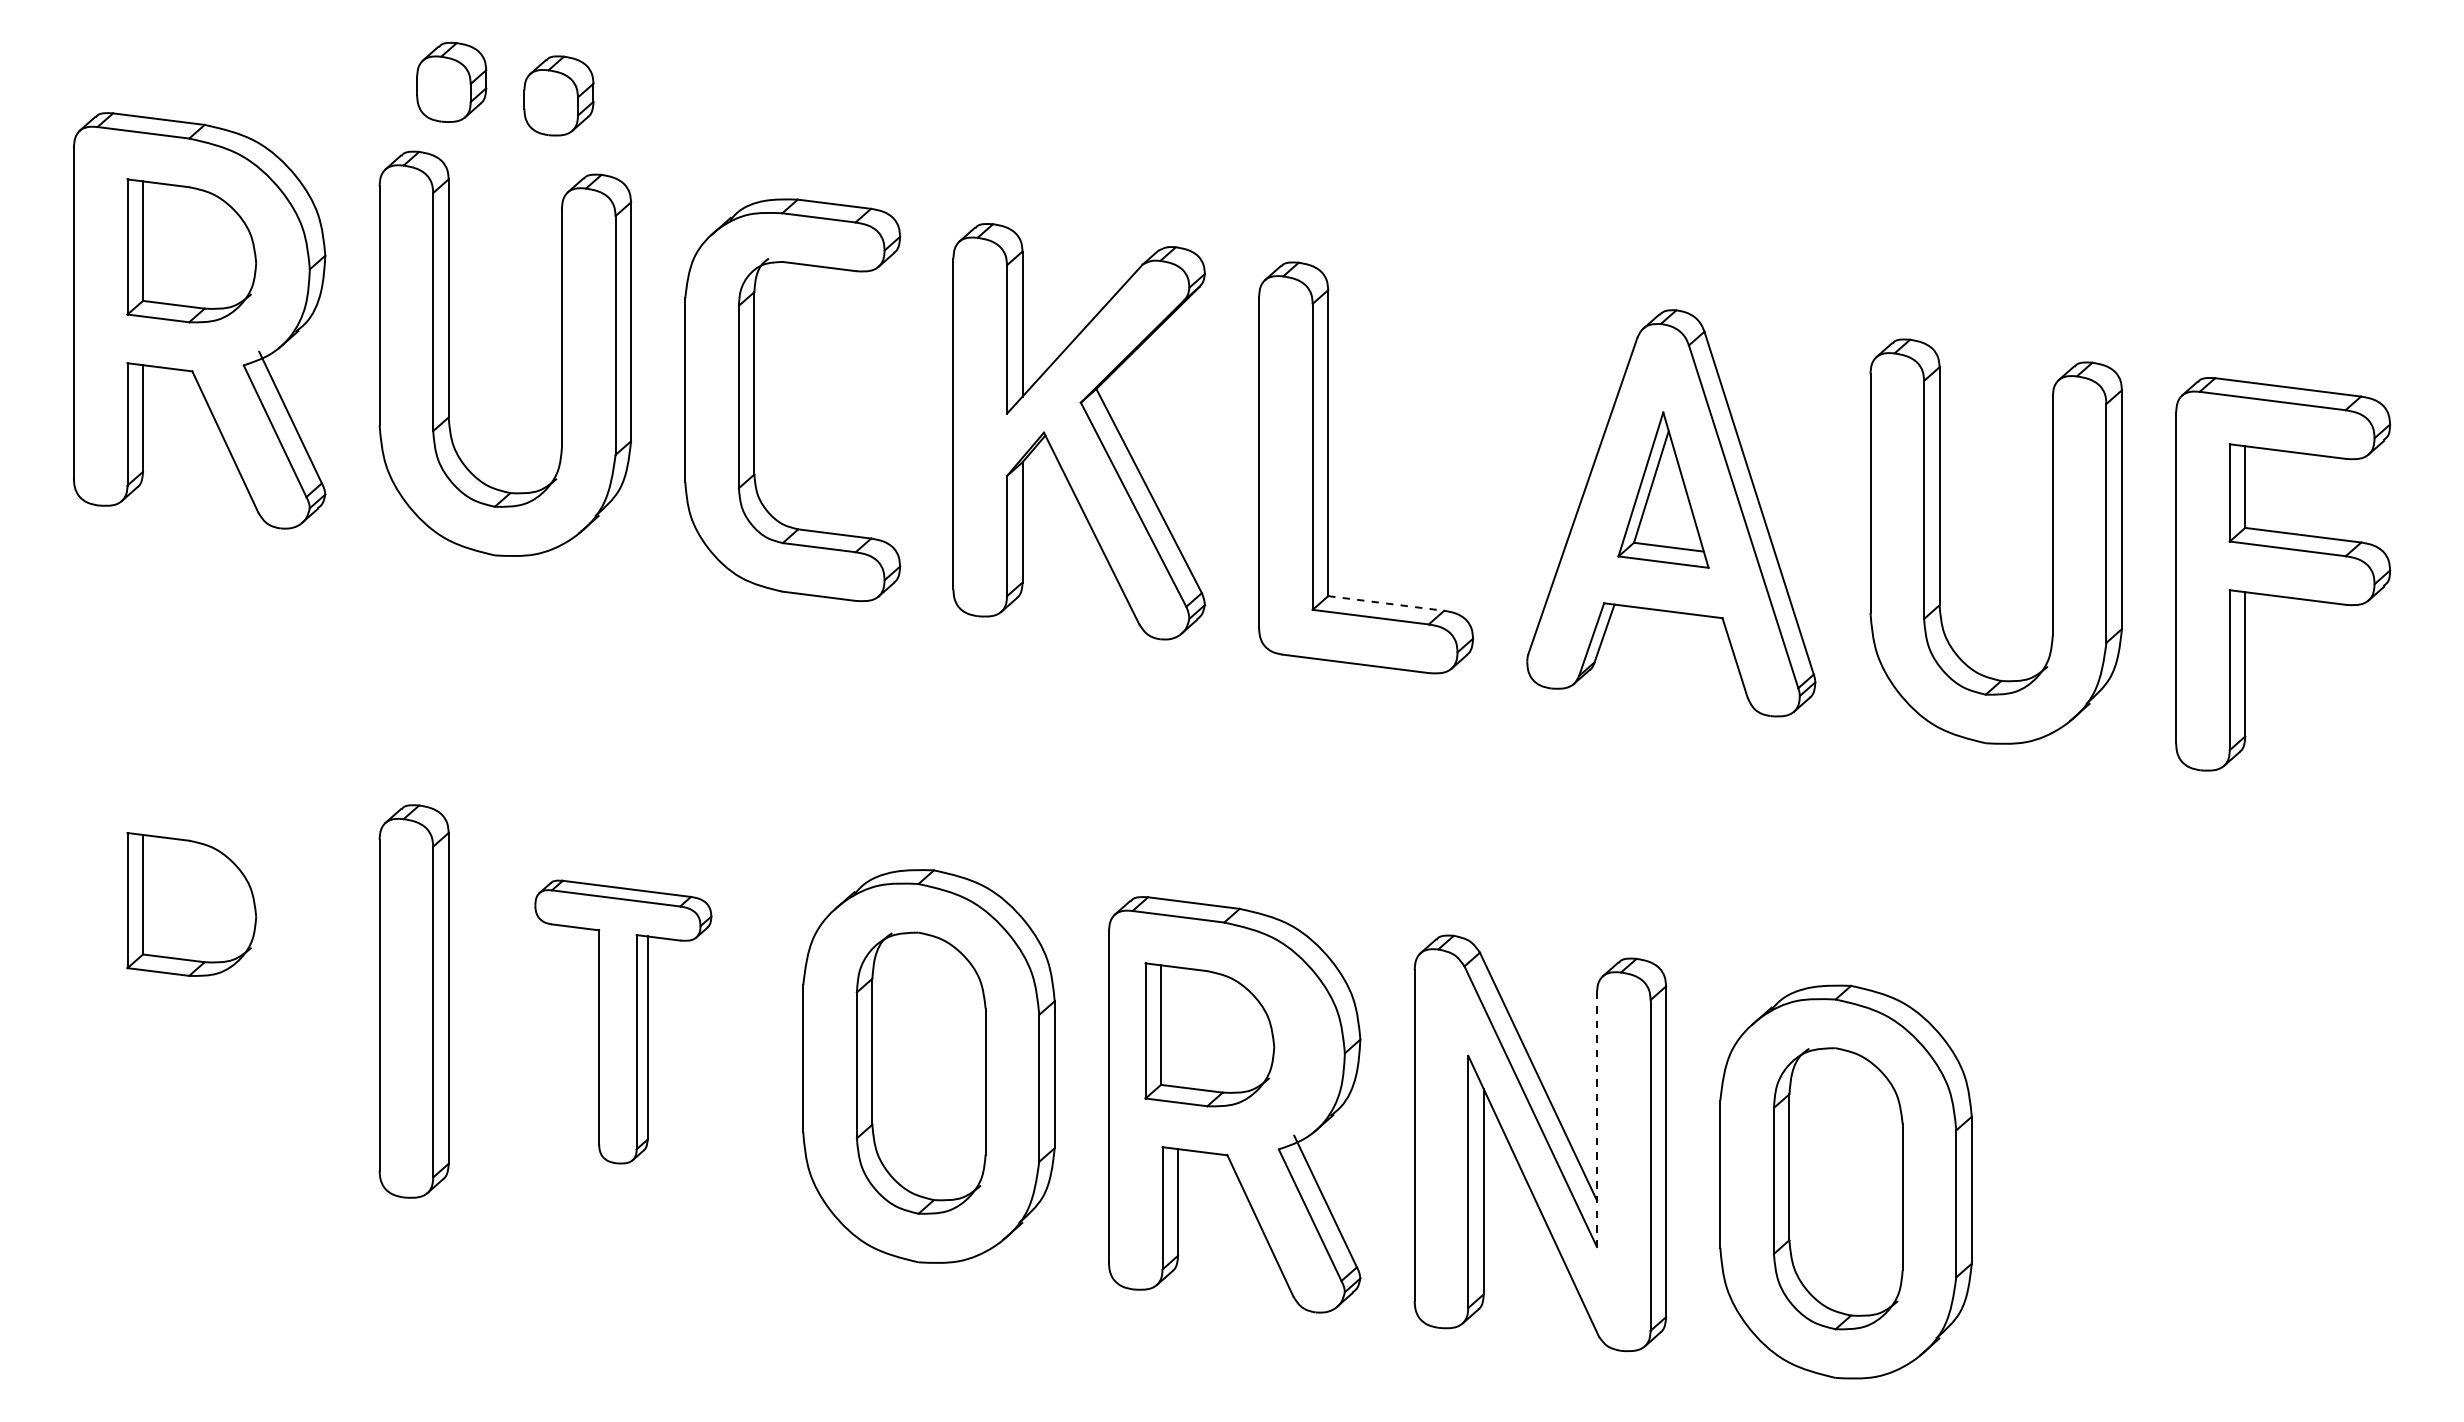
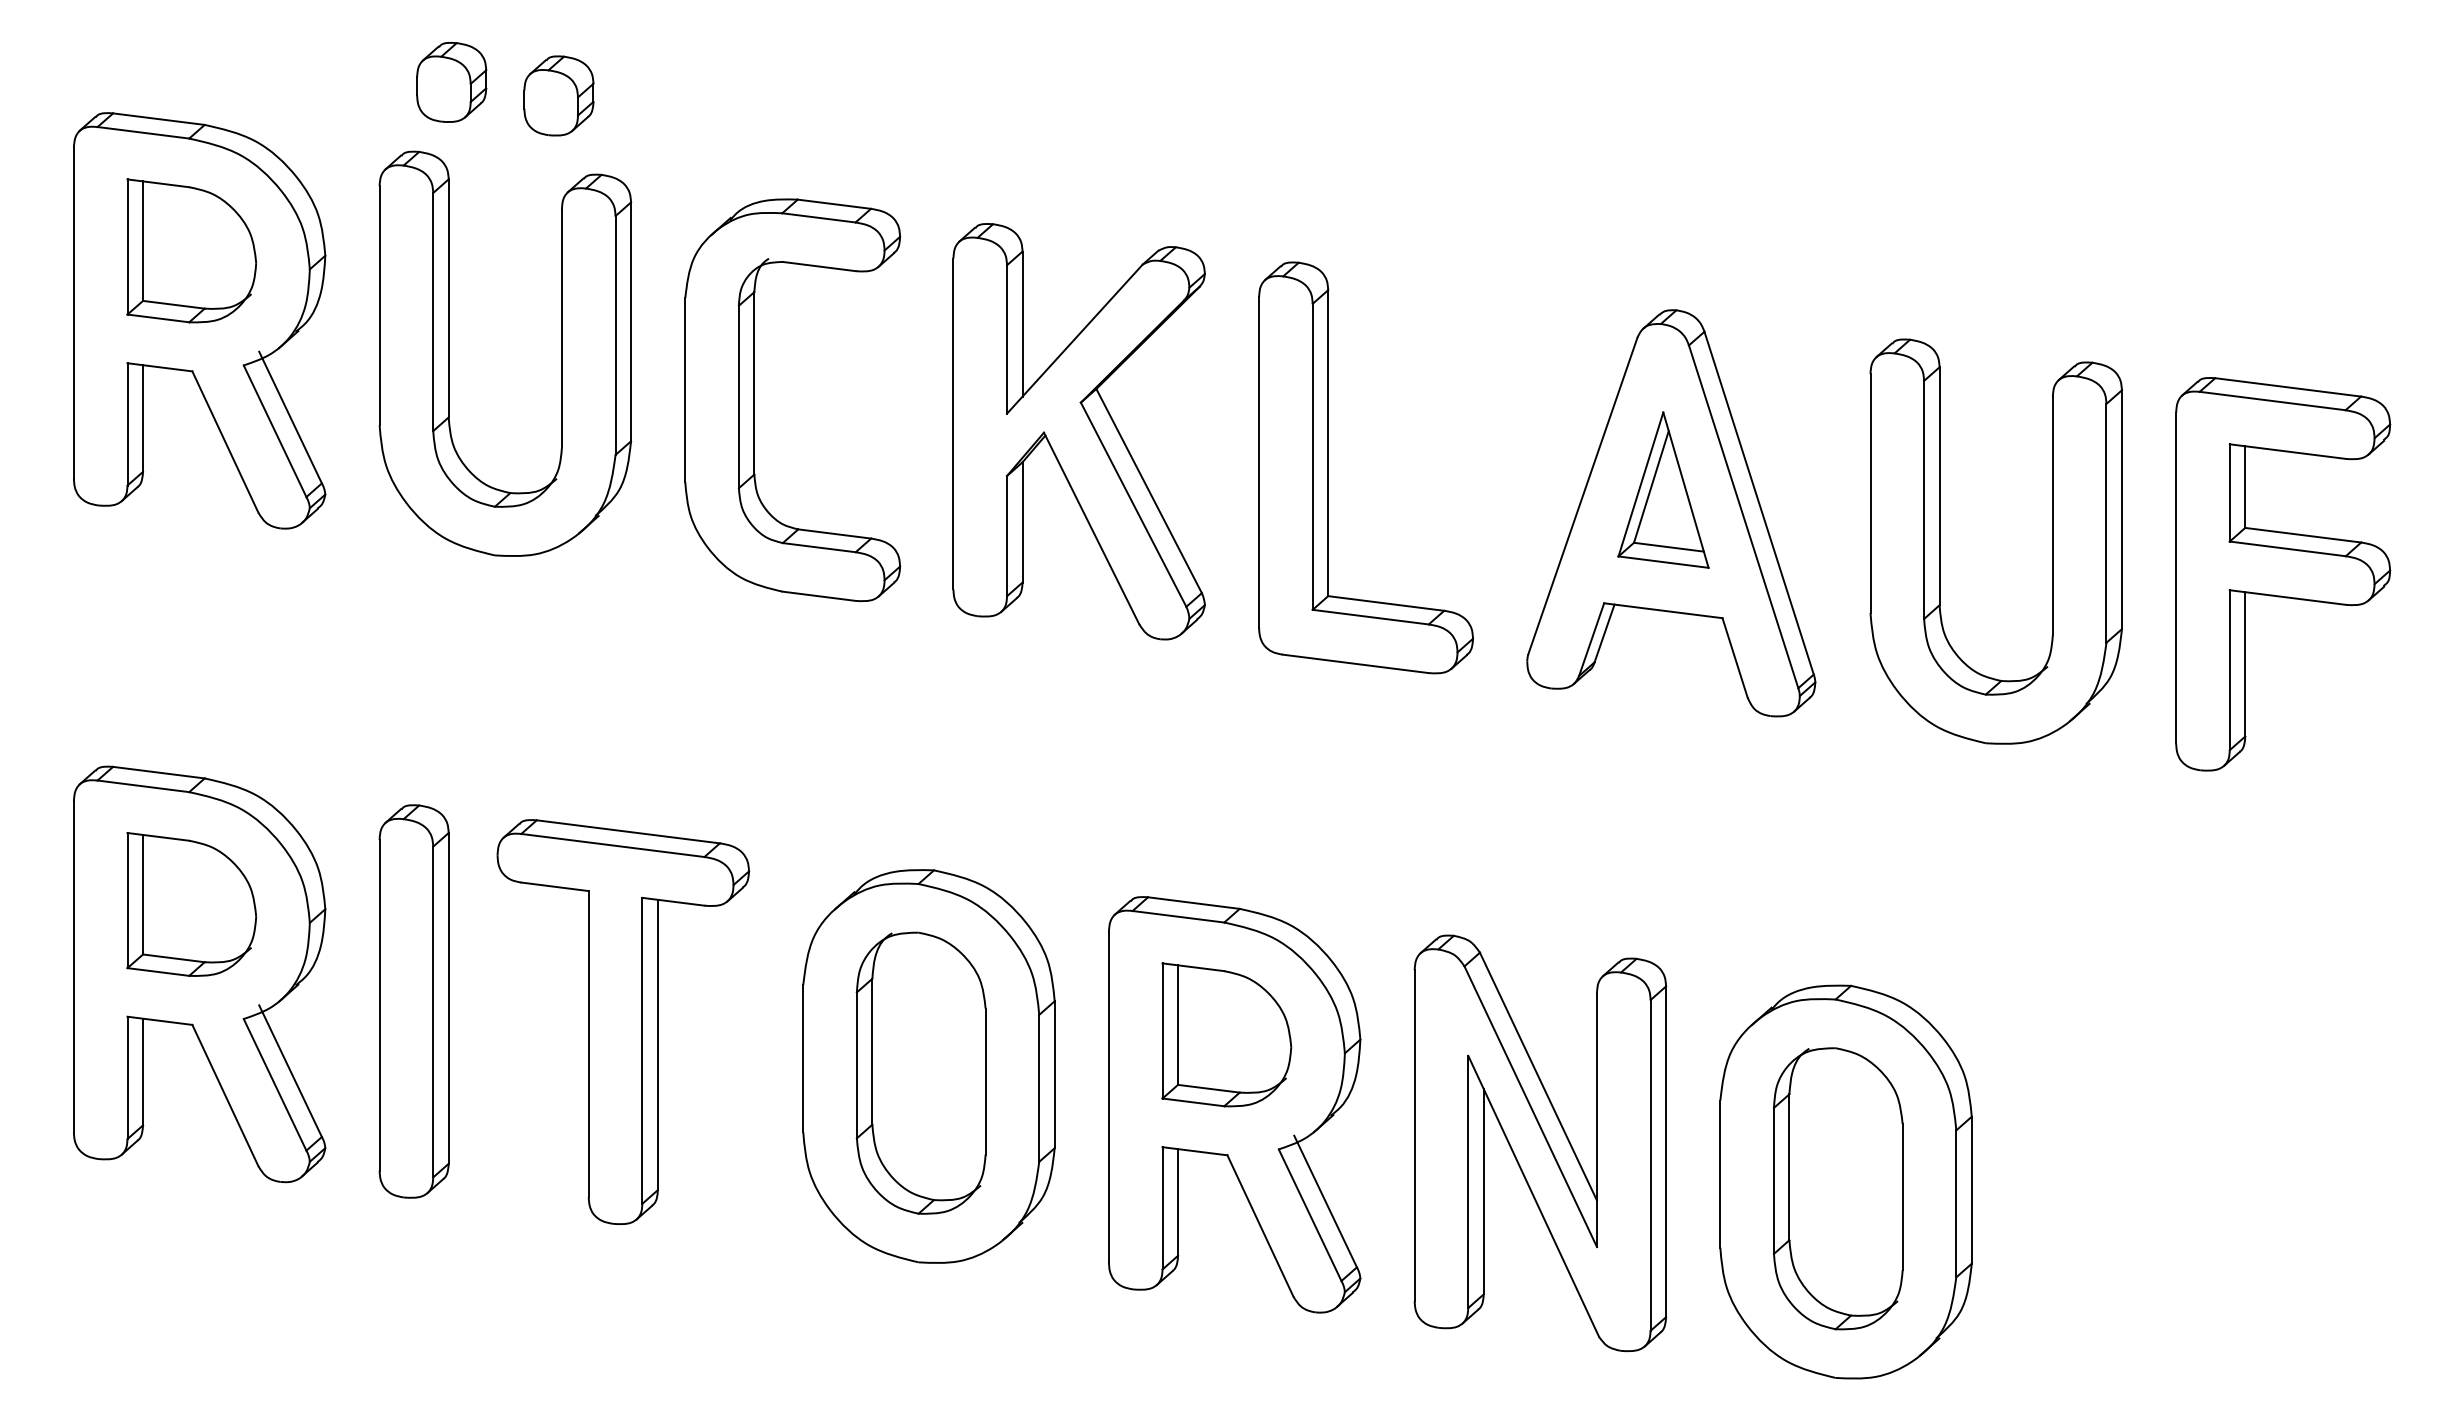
line at (1386, 603): dashed -> solid
part at (199, 974): none -> present
part at (623, 1021) size: 179x286 px -> 255x406 px
part at (1209, 1034) position: (1209, 1034) -> (1226, 1034)
line at (1597, 1120): dashed -> solid
